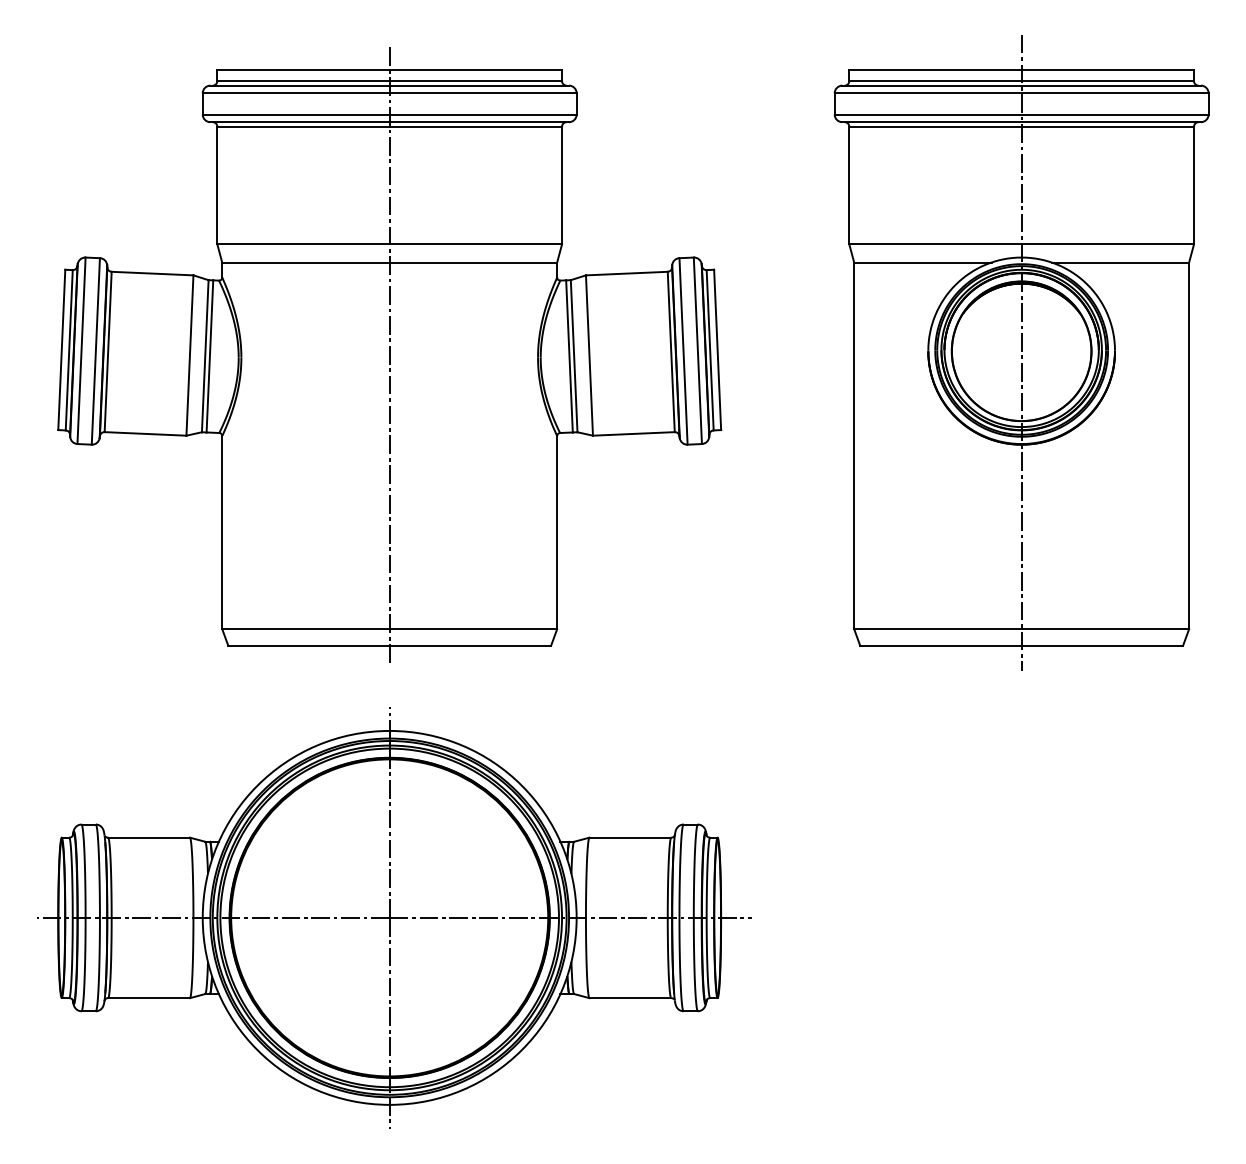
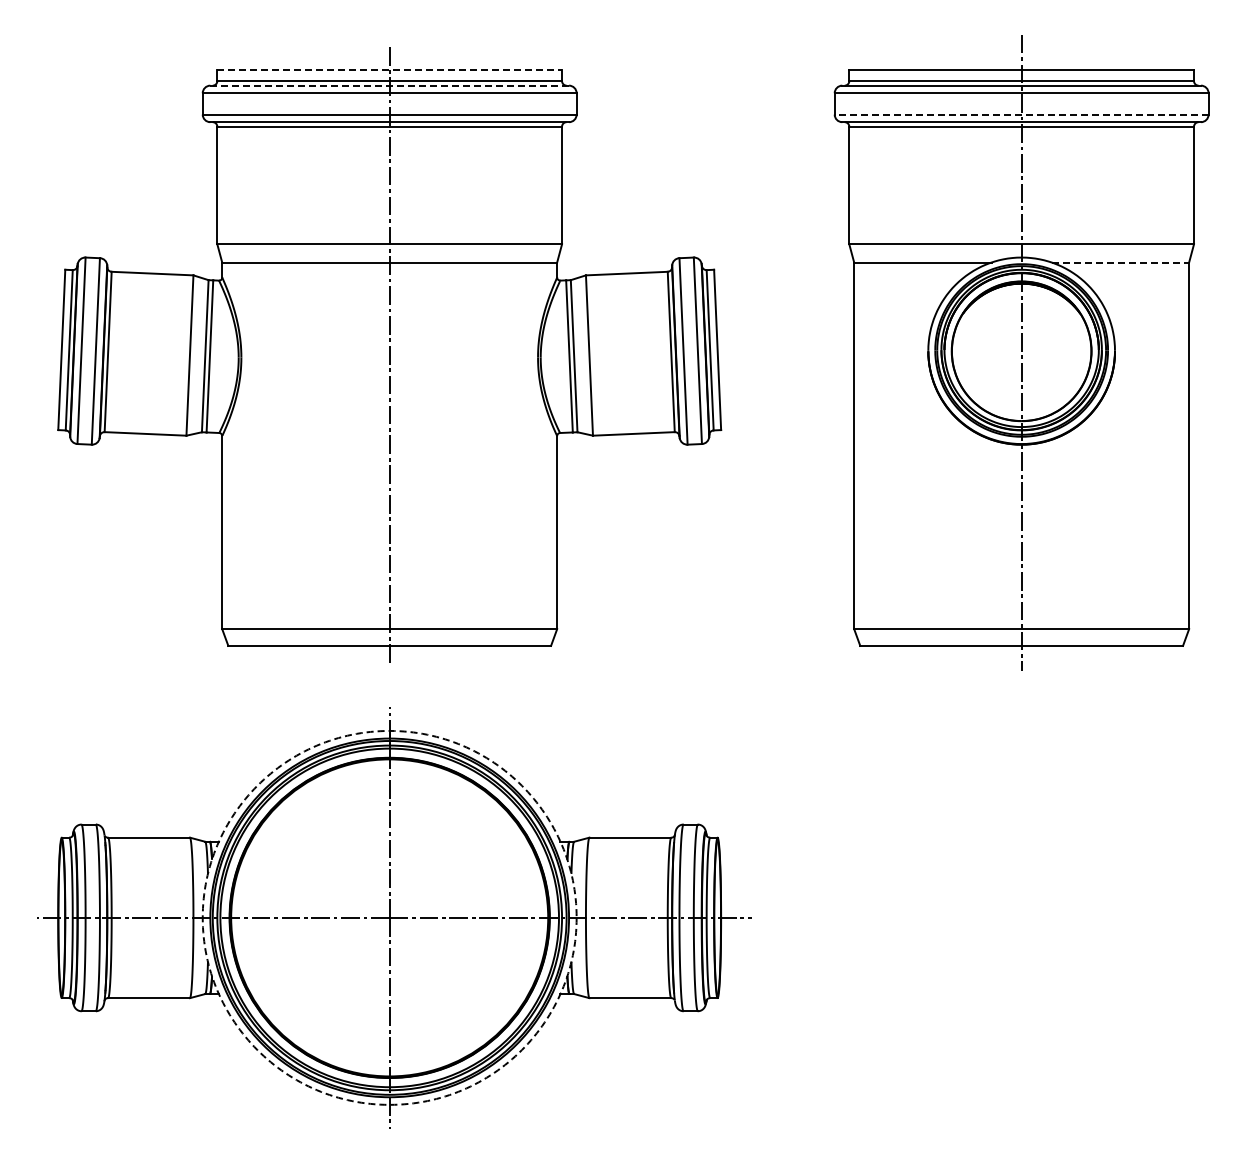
line at (390, 70): solid -> dashed
line at (390, 85): solid -> dashed
line at (1021, 114): solid -> dashed
line at (1120, 262): solid -> dashed
circle at (389, 917): solid -> dashed
